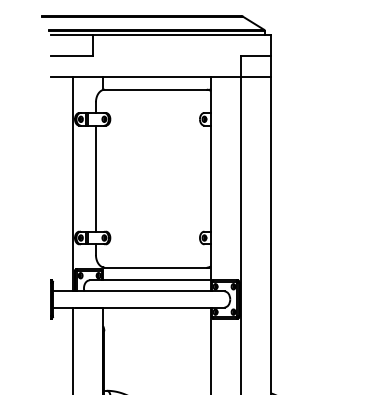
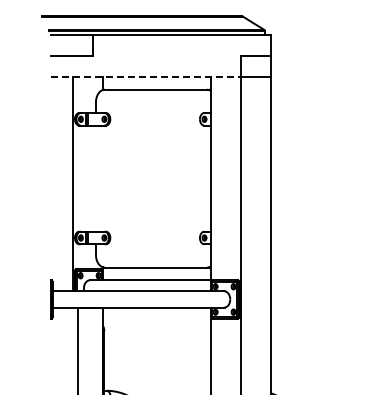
line at (146, 76): solid -> dashed
line at (95, 178): present -> none
line at (73, 349) position: (73, 349) -> (78, 349)
